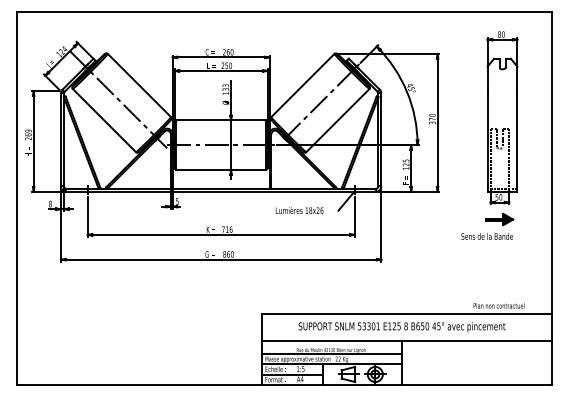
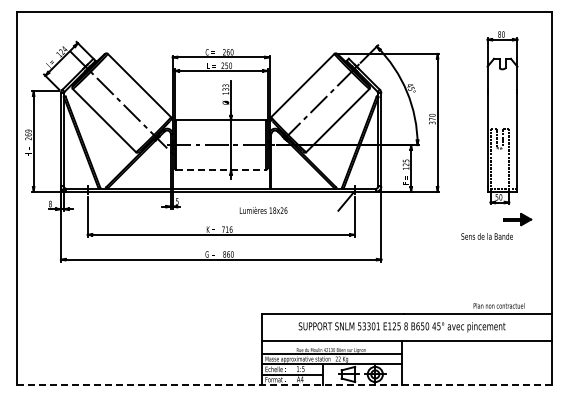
line at (221, 169): solid -> dashed
text at (299, 210) position: (299, 210) -> (263, 210)
part at (499, 219) position: (499, 219) -> (517, 219)
line at (285, 384): solid -> dashed
